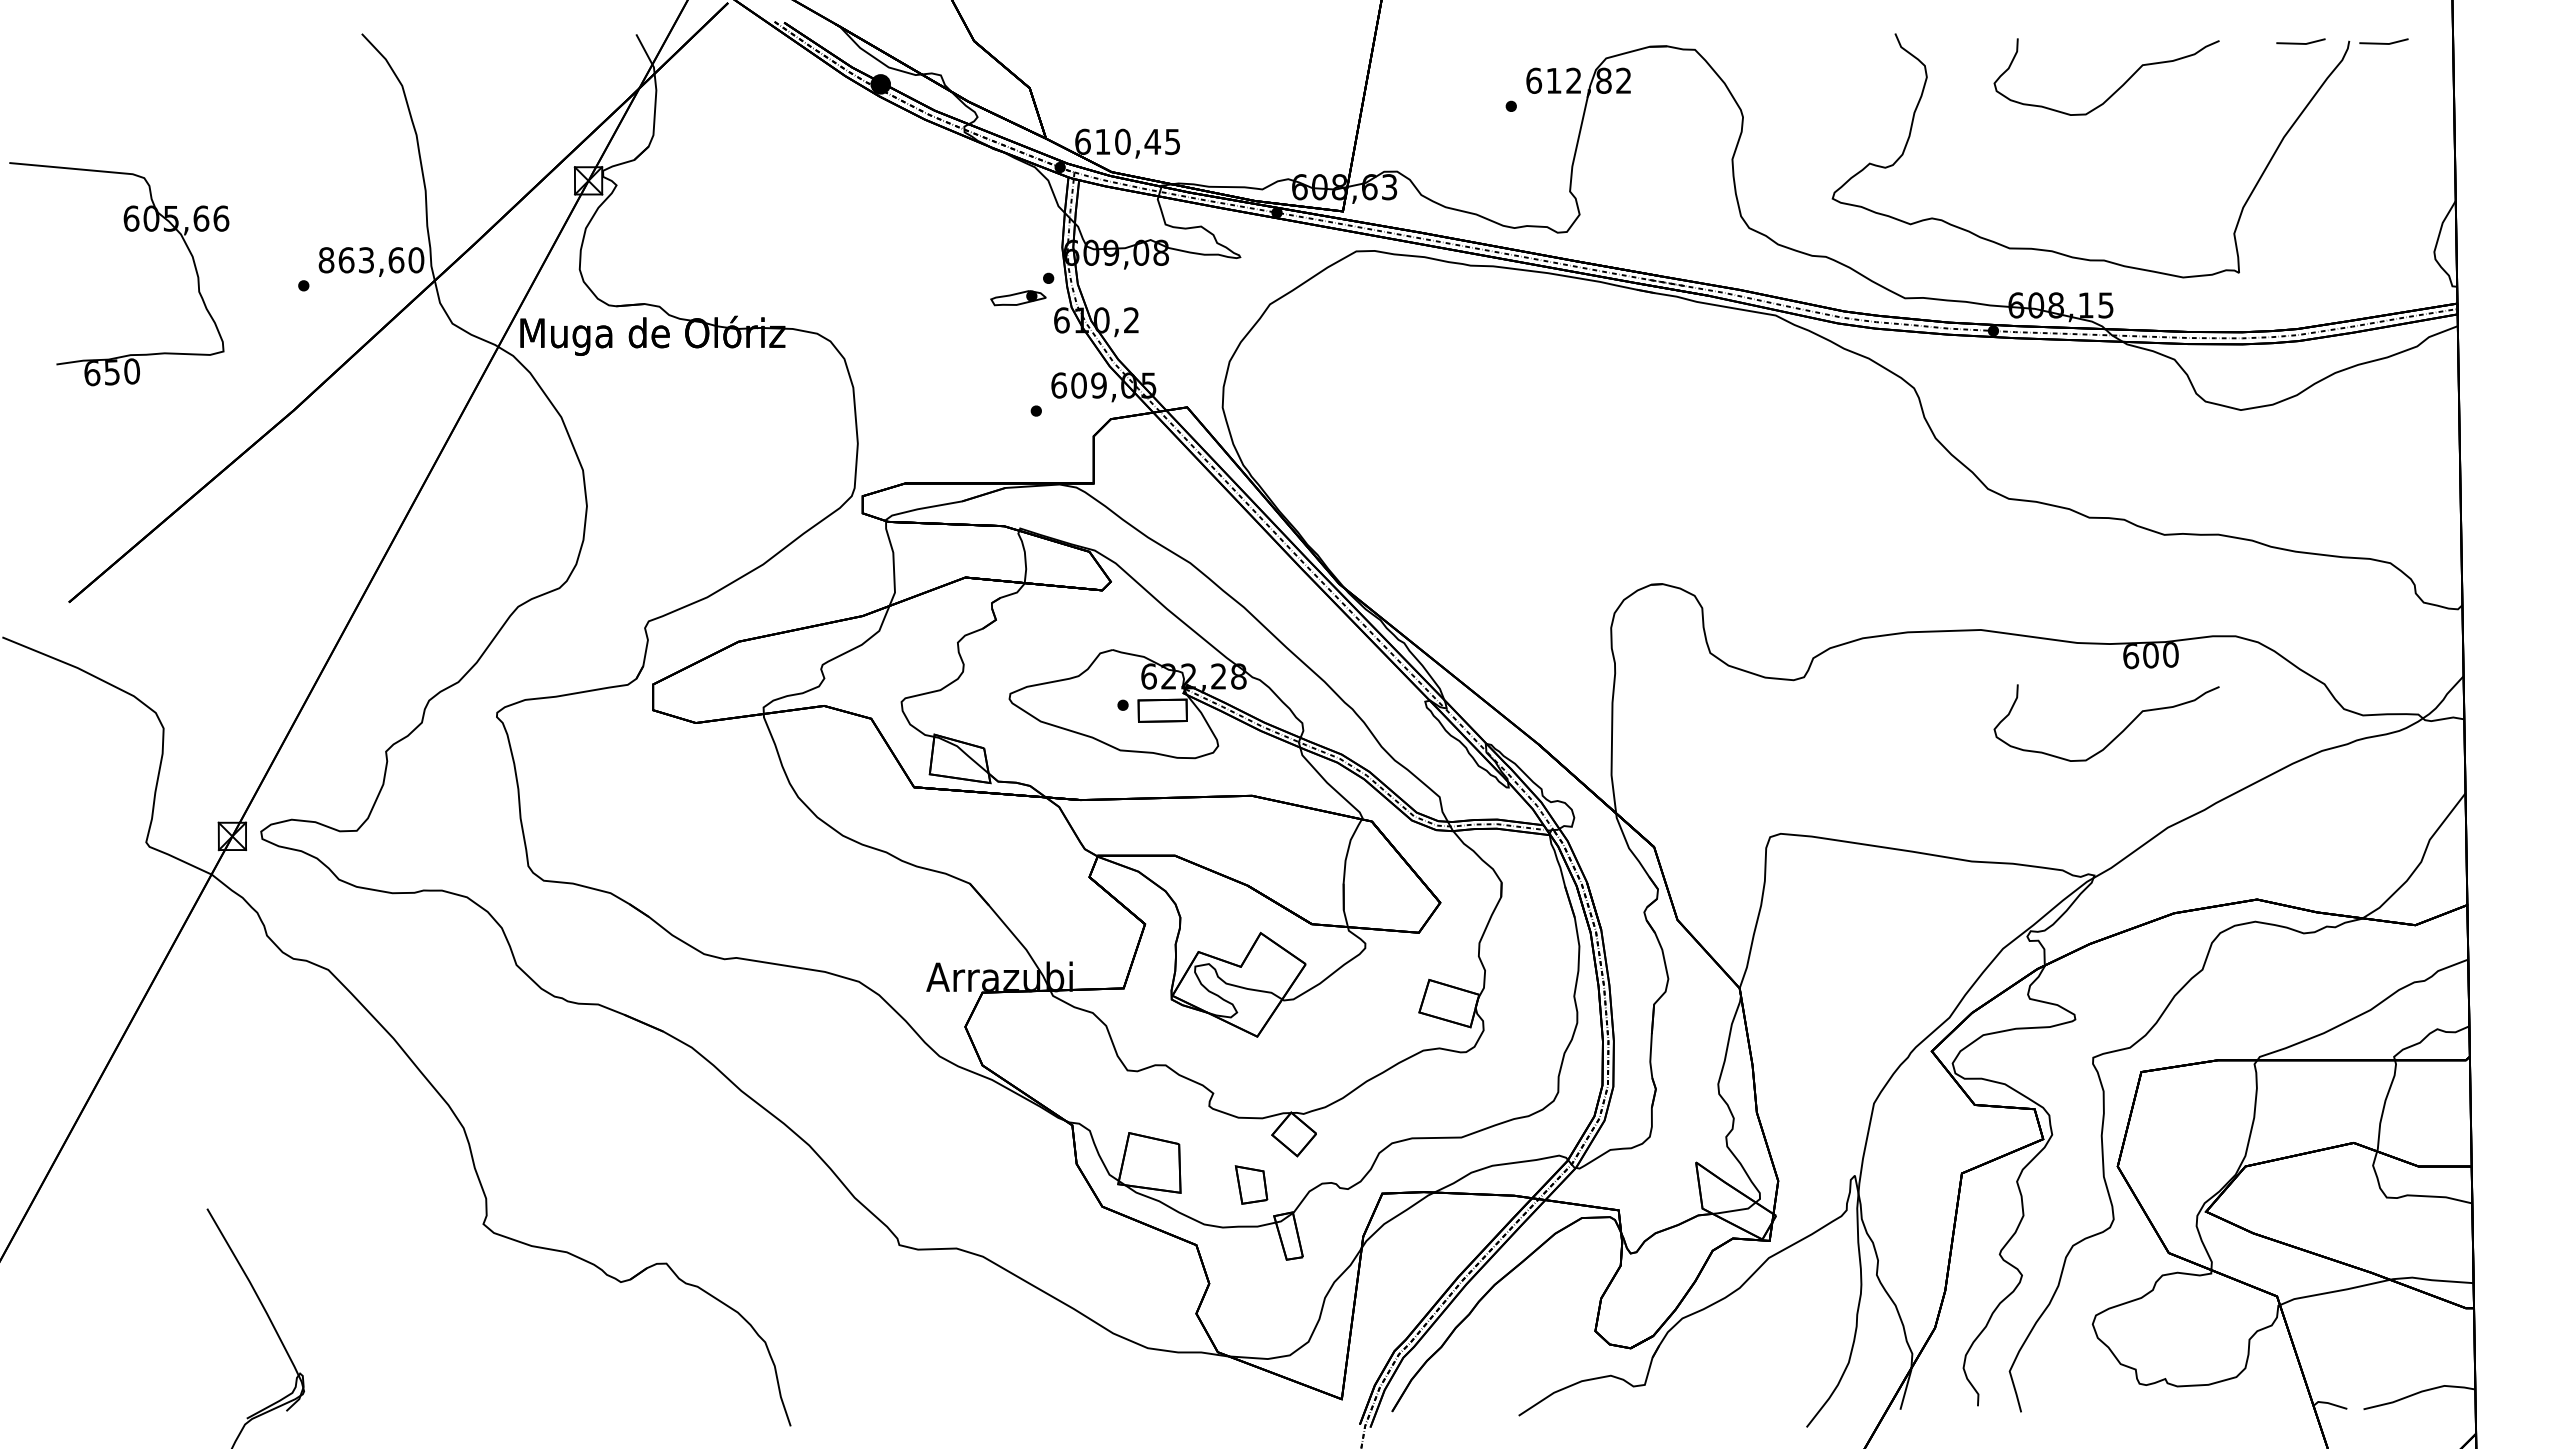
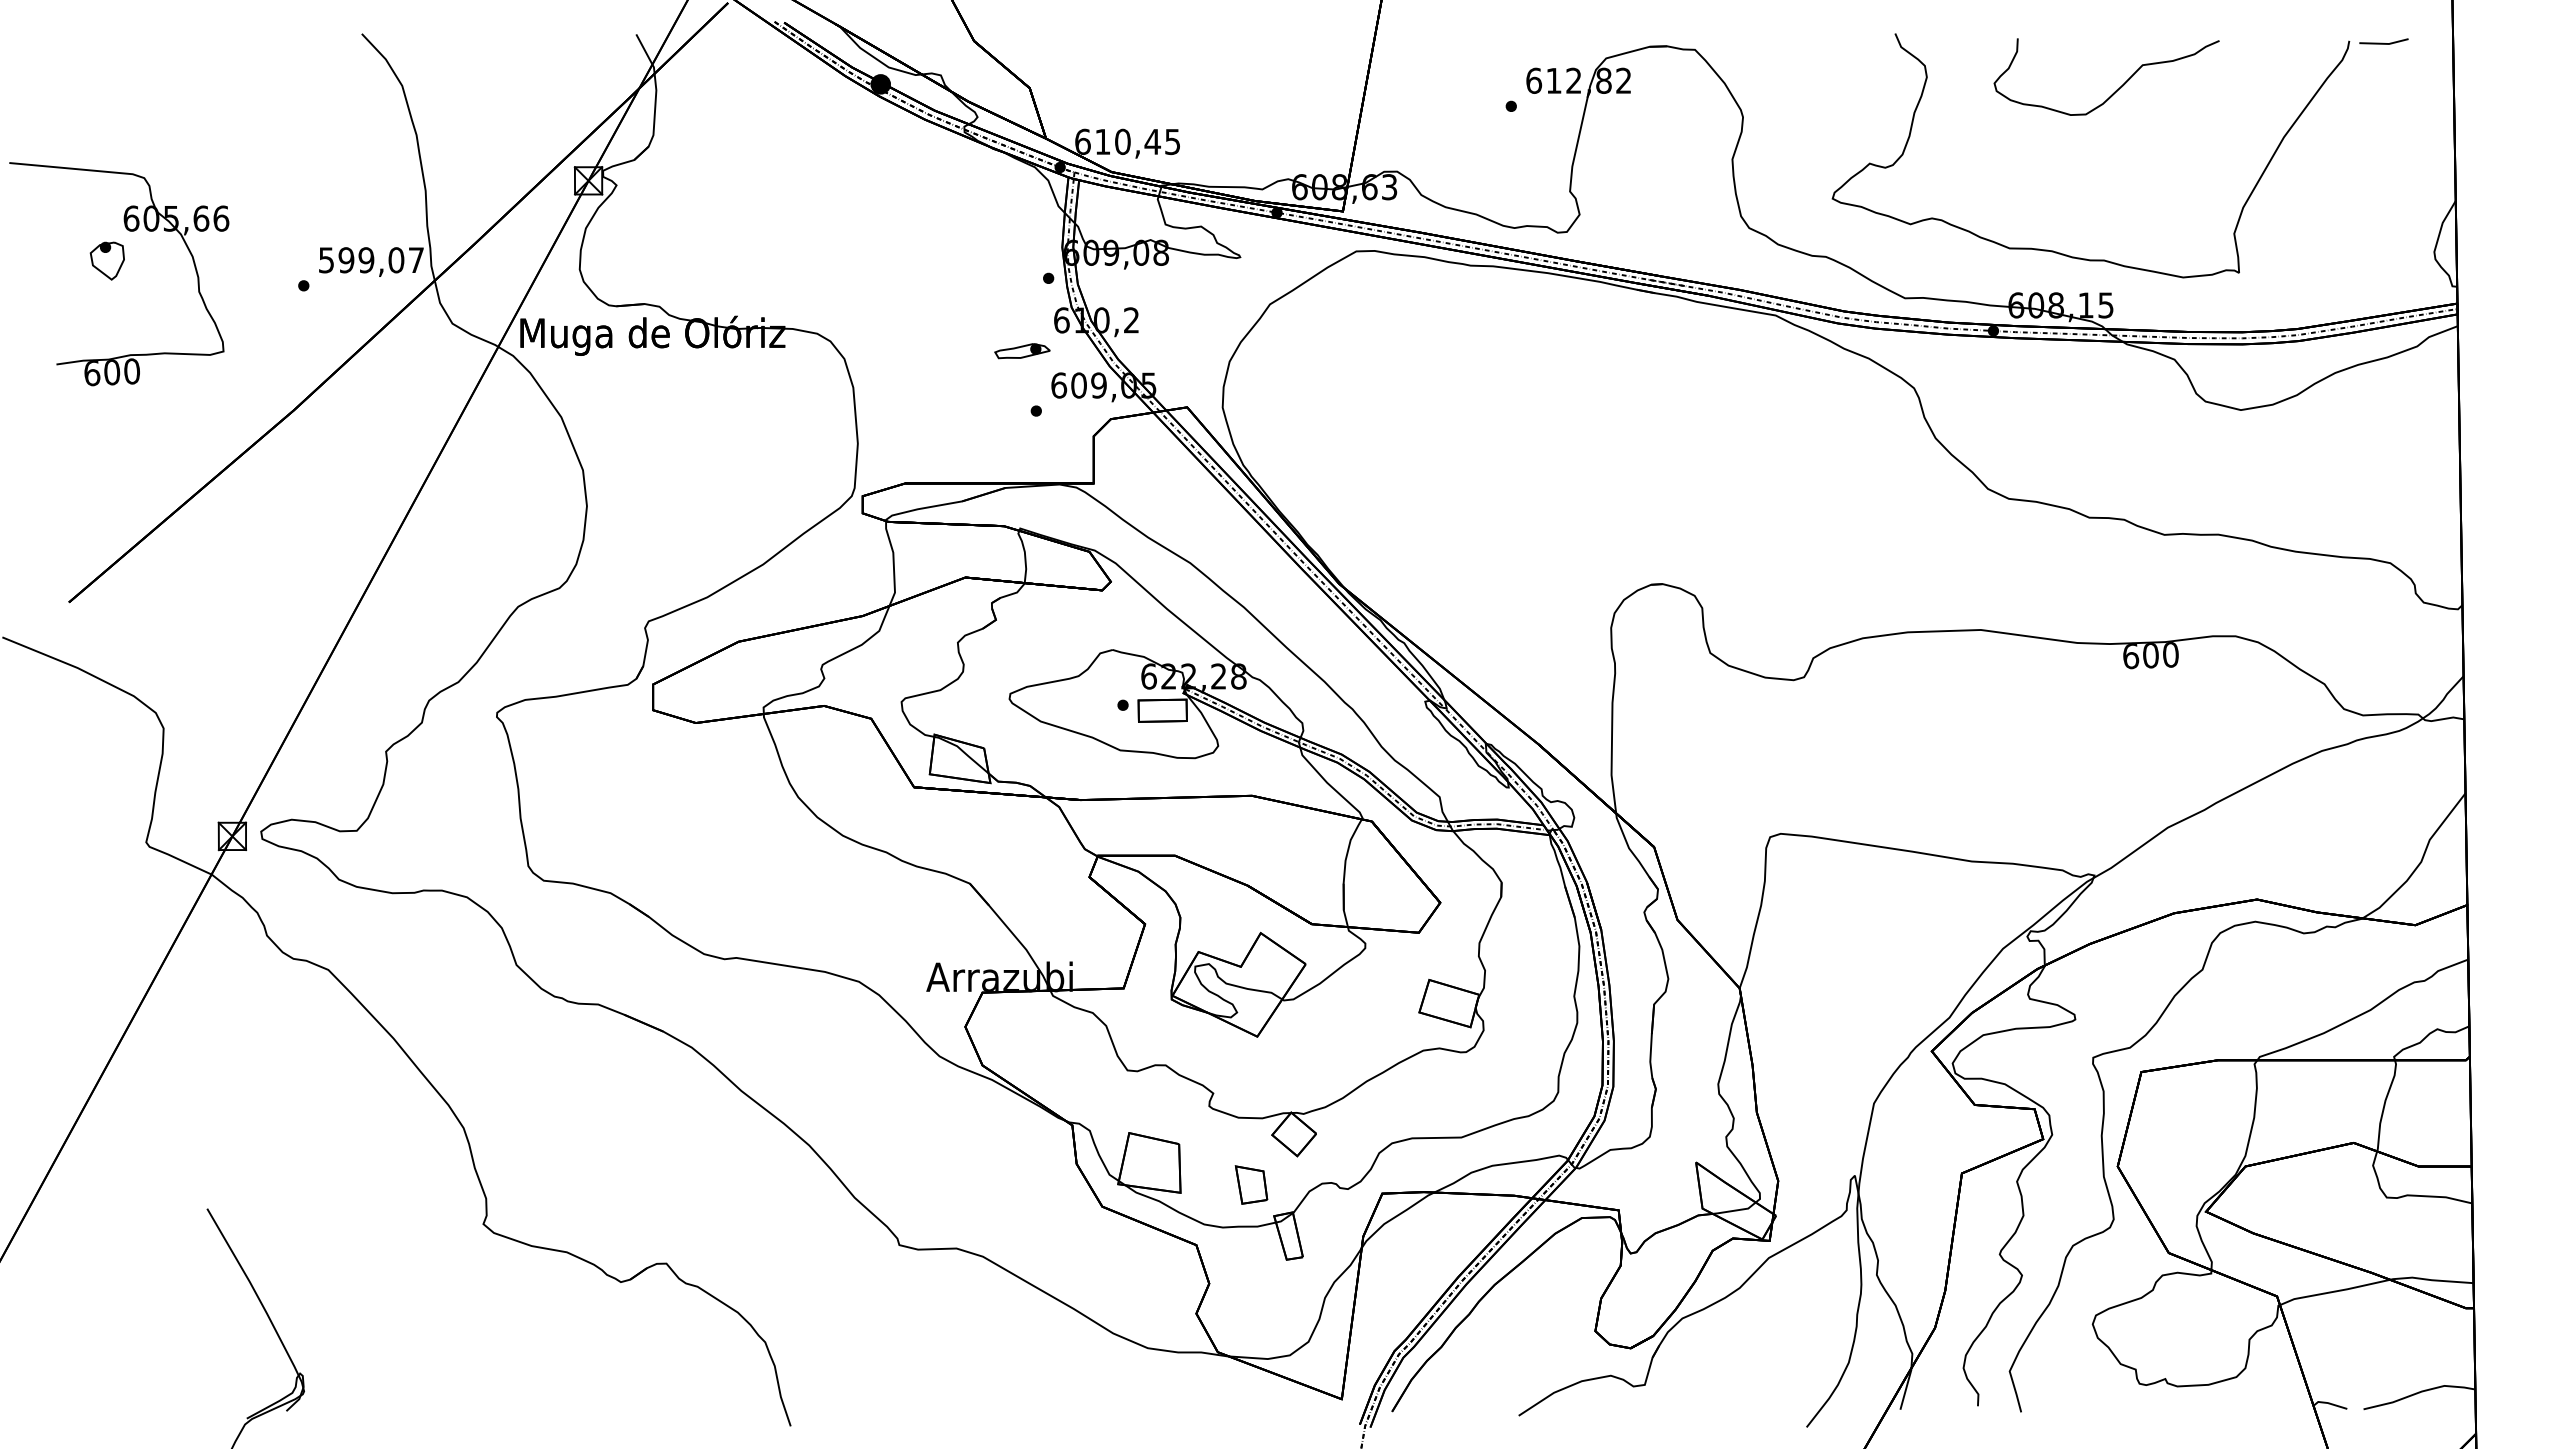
line at (2300, 42): present -> none
part at (106, 260): none -> present
text at (371, 260): 863,60 -> 599,07
part at (1018, 298) position: (1018, 298) -> (1022, 351)
text at (112, 372): 650 -> 600
curve at (2115, 736): present -> none
